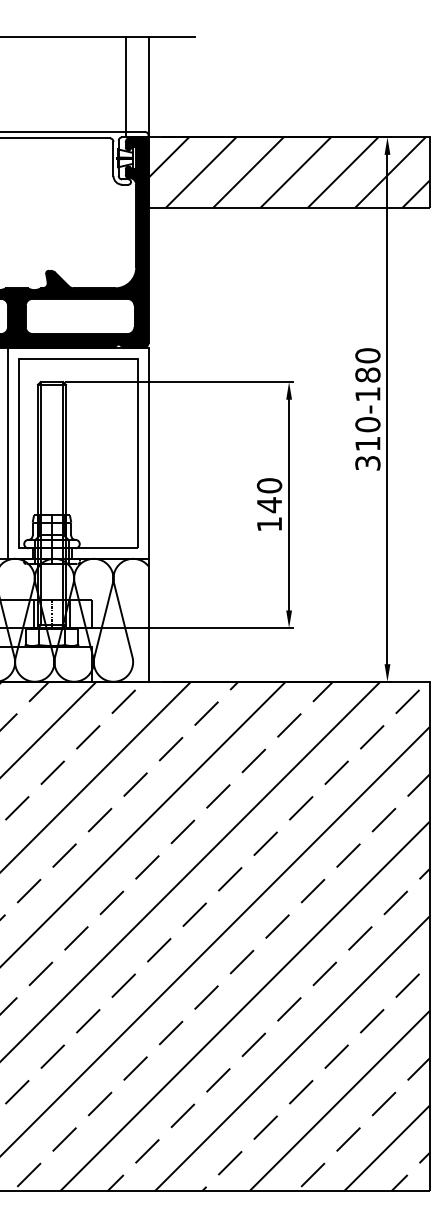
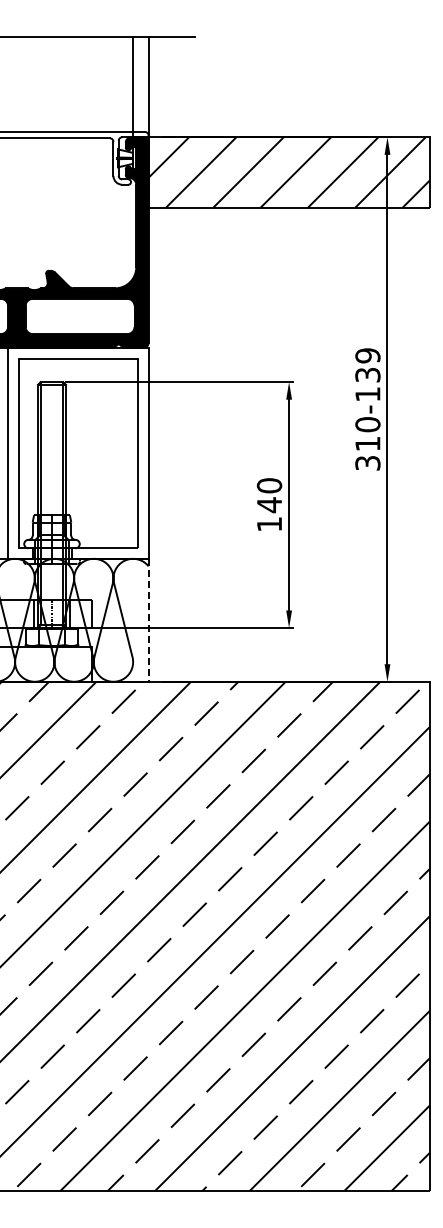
line at (125, 86) position: (125, 86) -> (132, 86)
text at (367, 365): 310-180 -> 310-139
line at (148, 620): solid -> dashed
